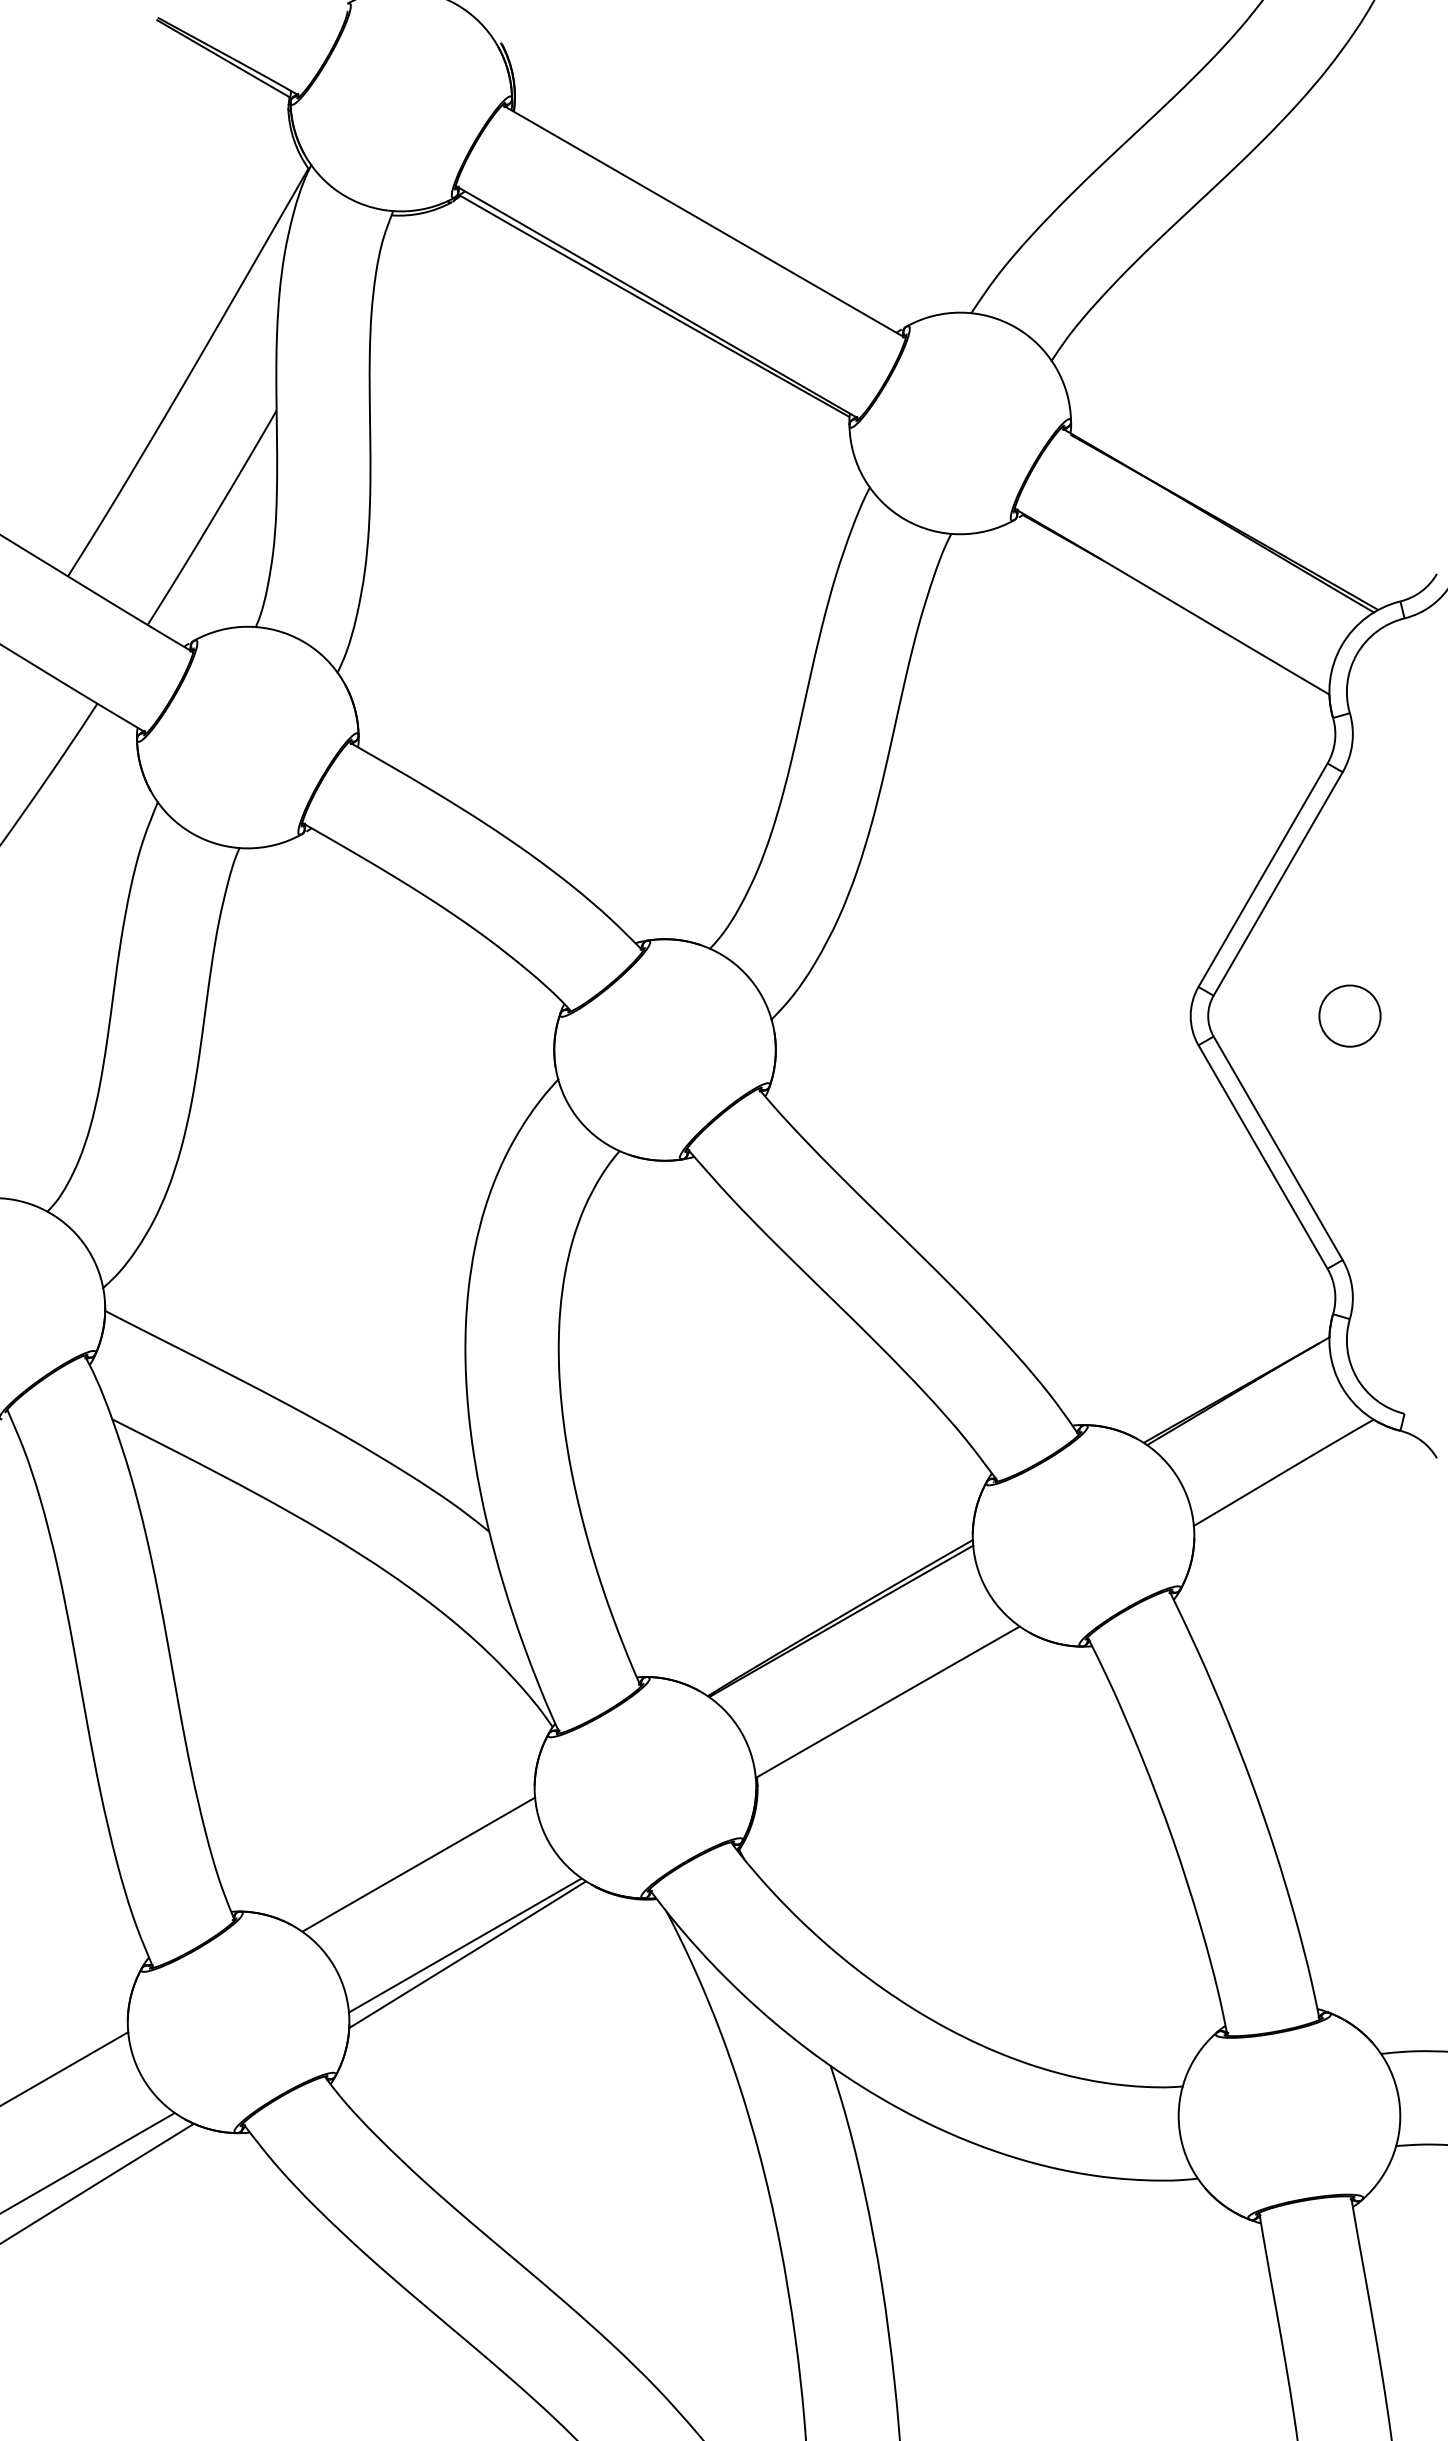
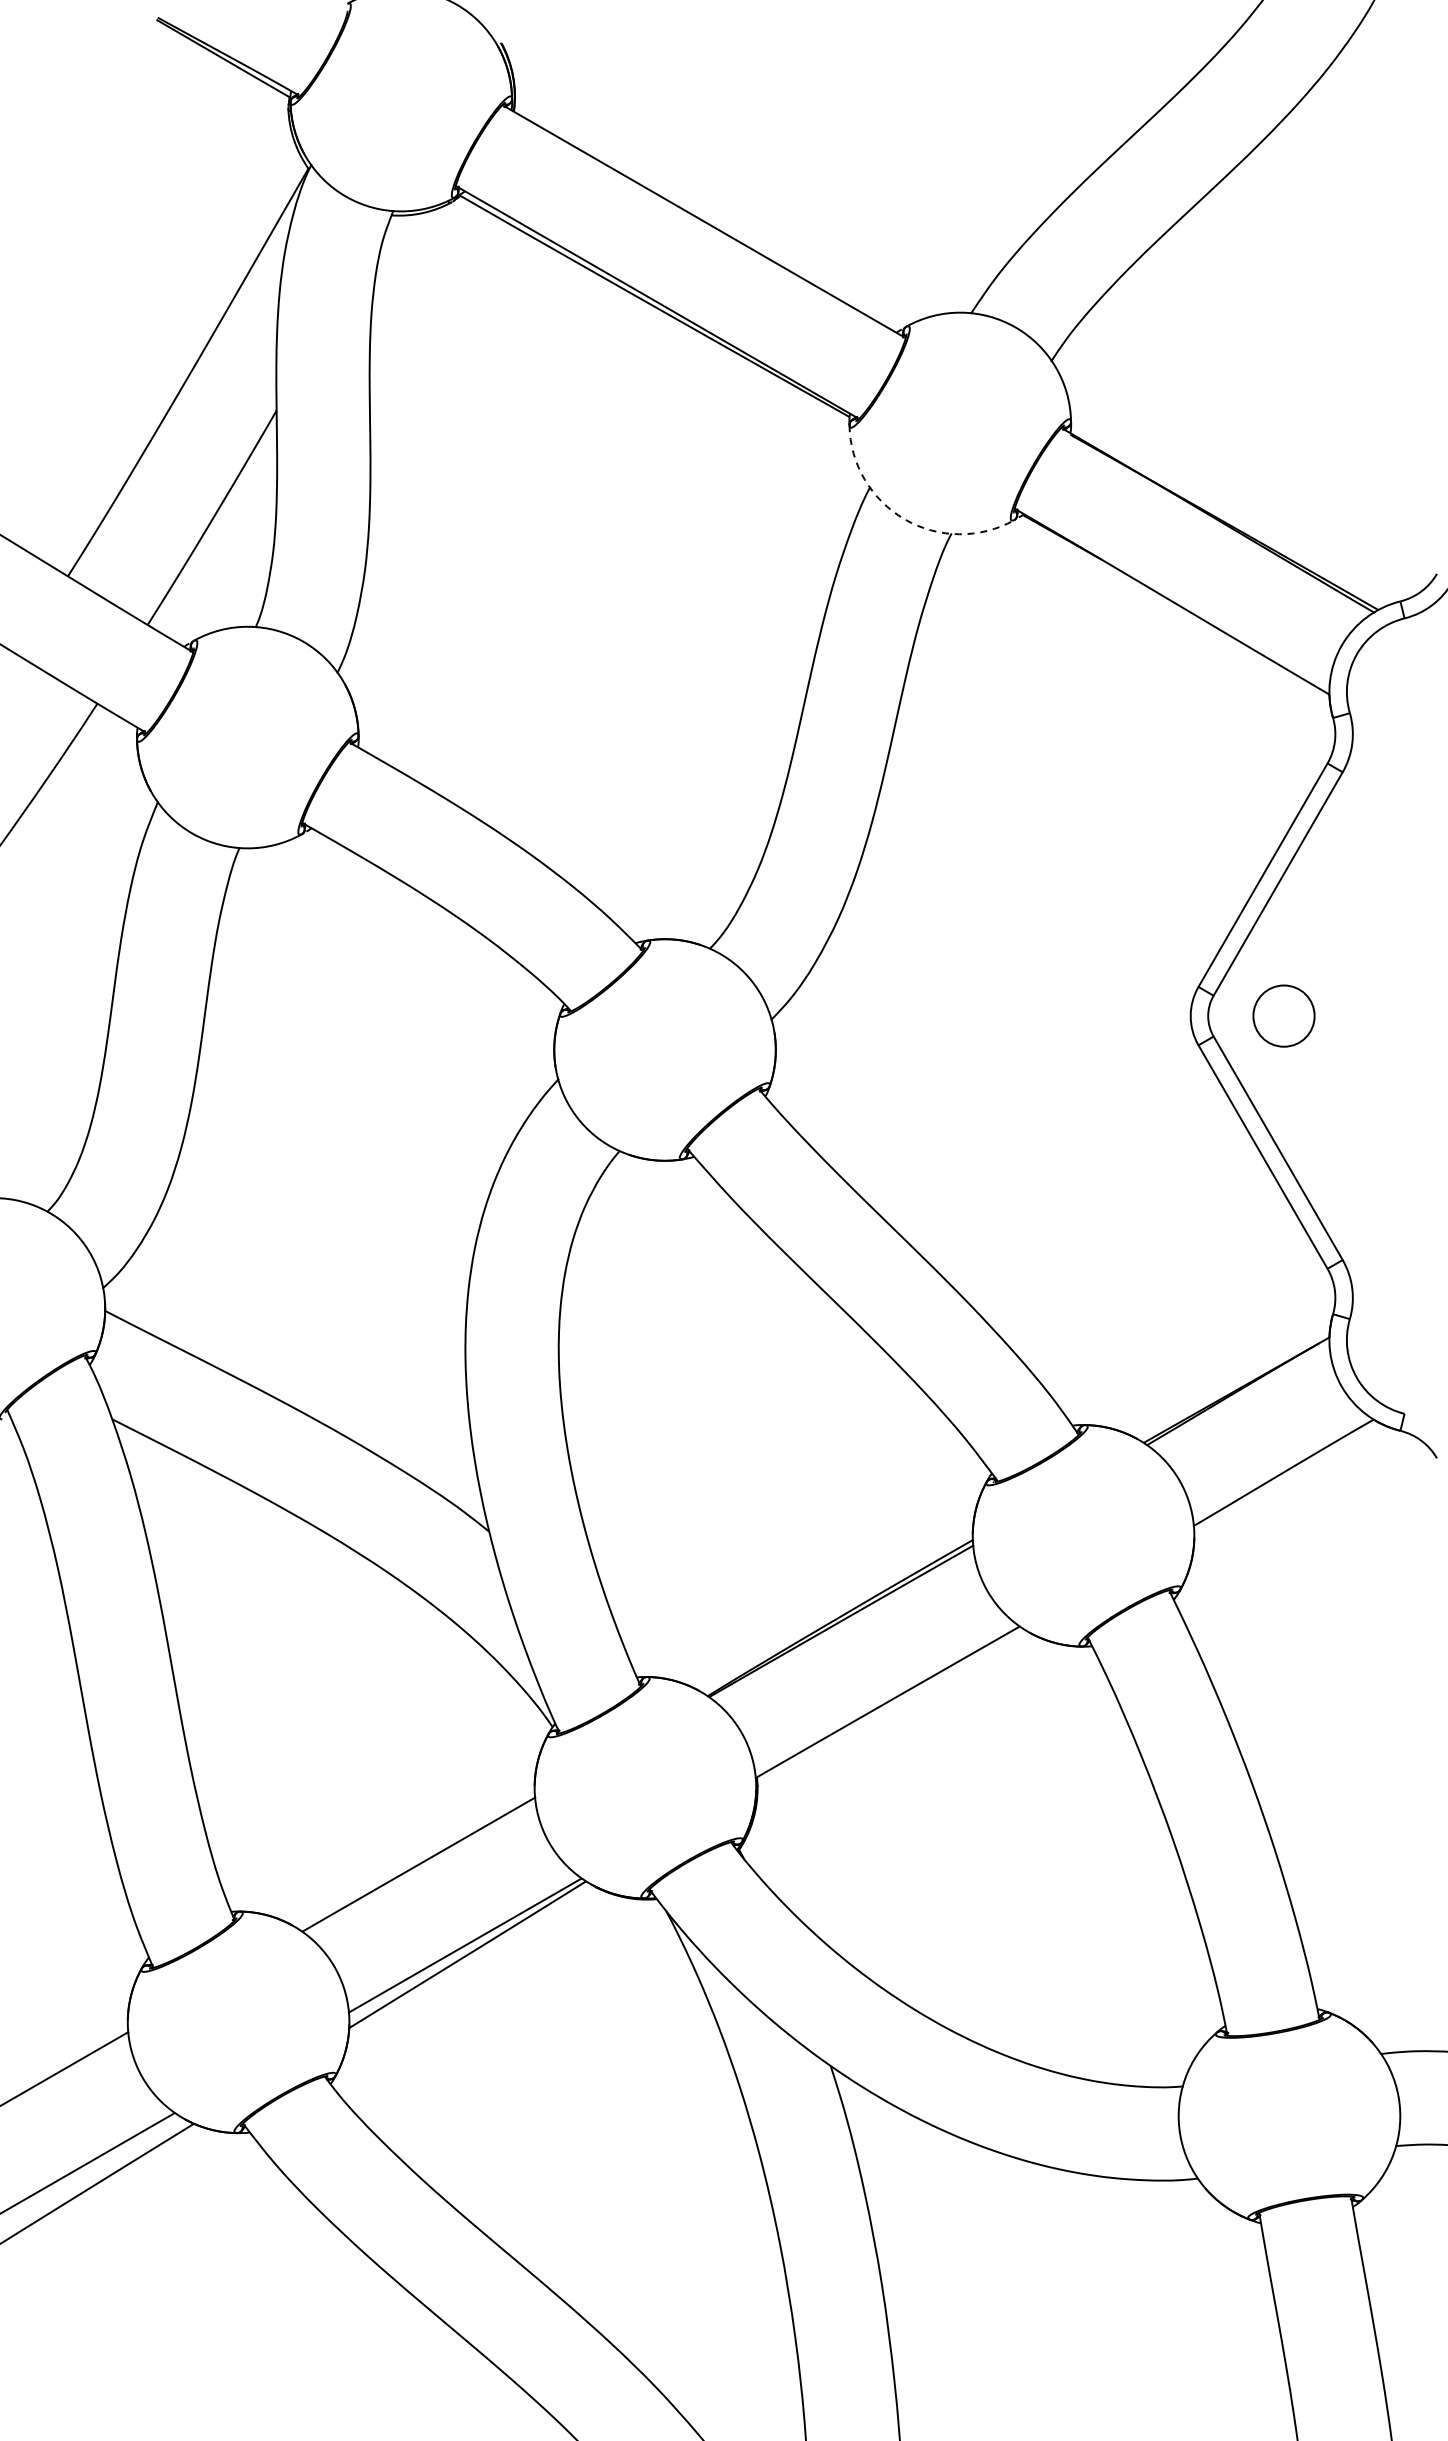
arc at (904, 519): solid -> dashed
circle at (1349, 1015) position: (1349, 1015) -> (1283, 1015)
